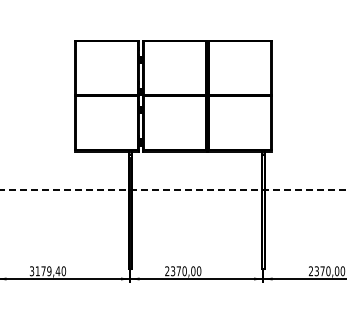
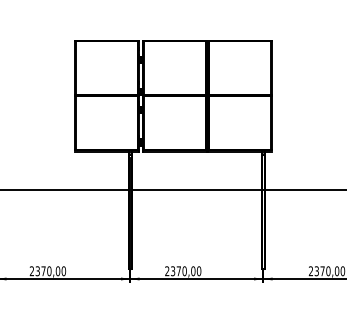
line at (173, 190): dashed -> solid
text at (44, 271): 3179,40 -> 2370,00
